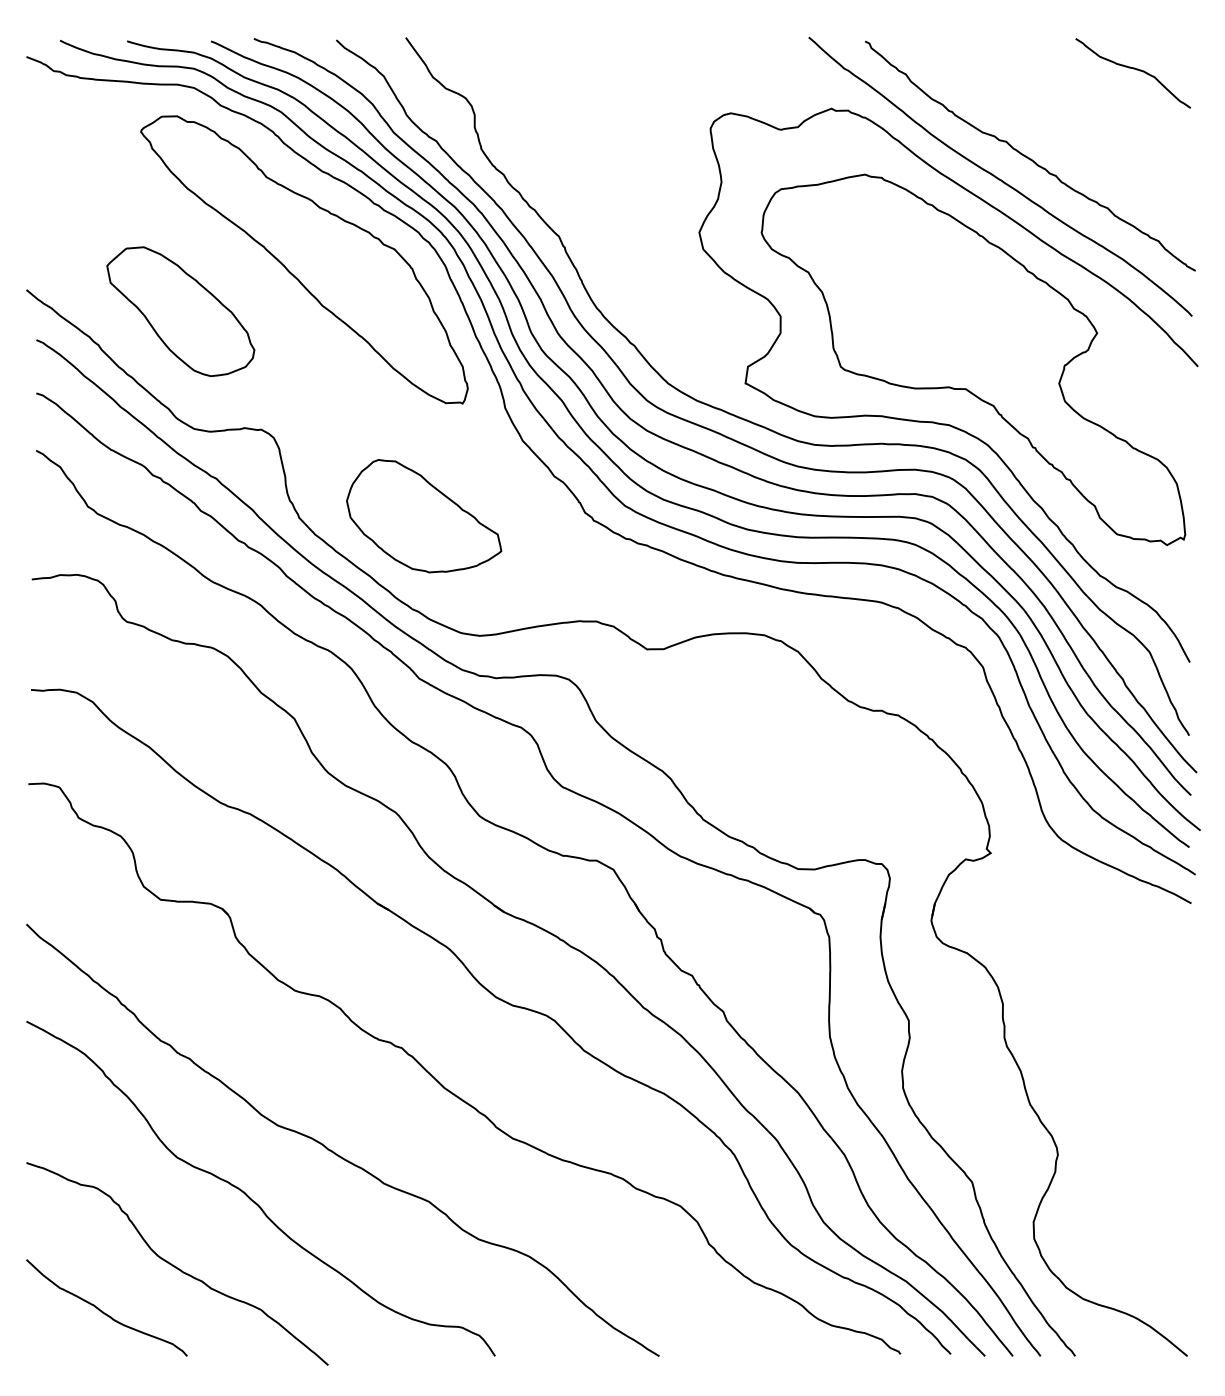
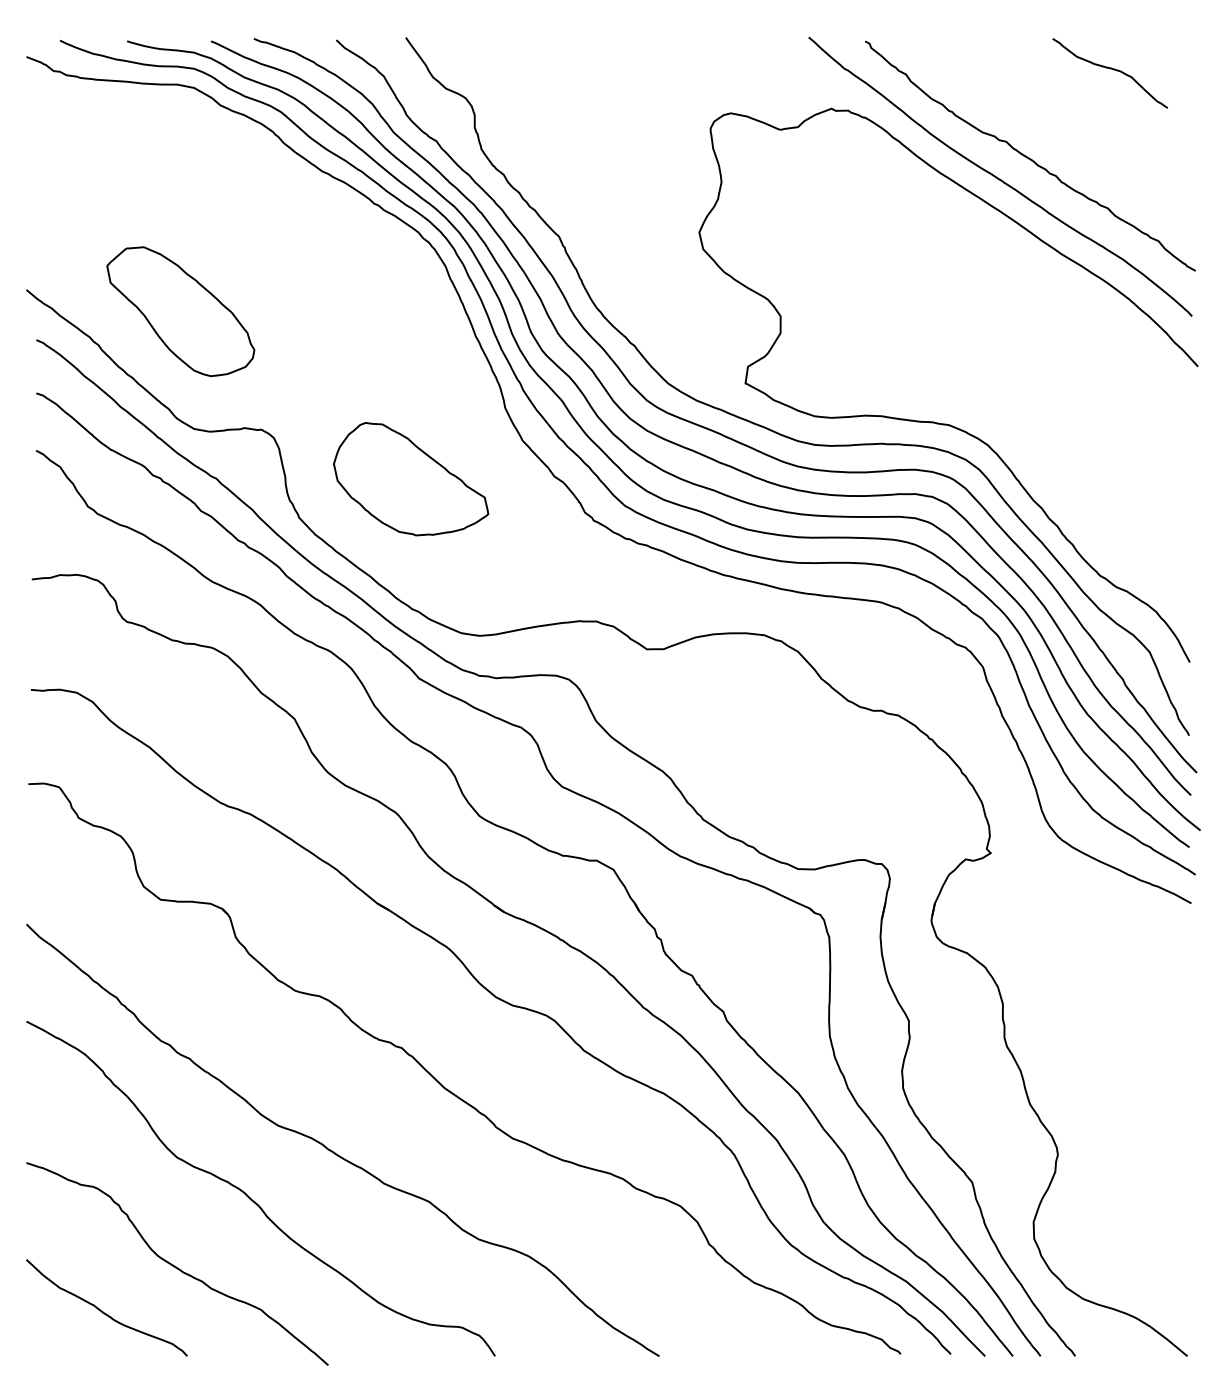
curve at (1133, 69) position: (1133, 69) -> (1110, 69)
part at (304, 259): present -> none
part at (973, 359): present -> none
part at (424, 516) position: (424, 516) -> (411, 479)
